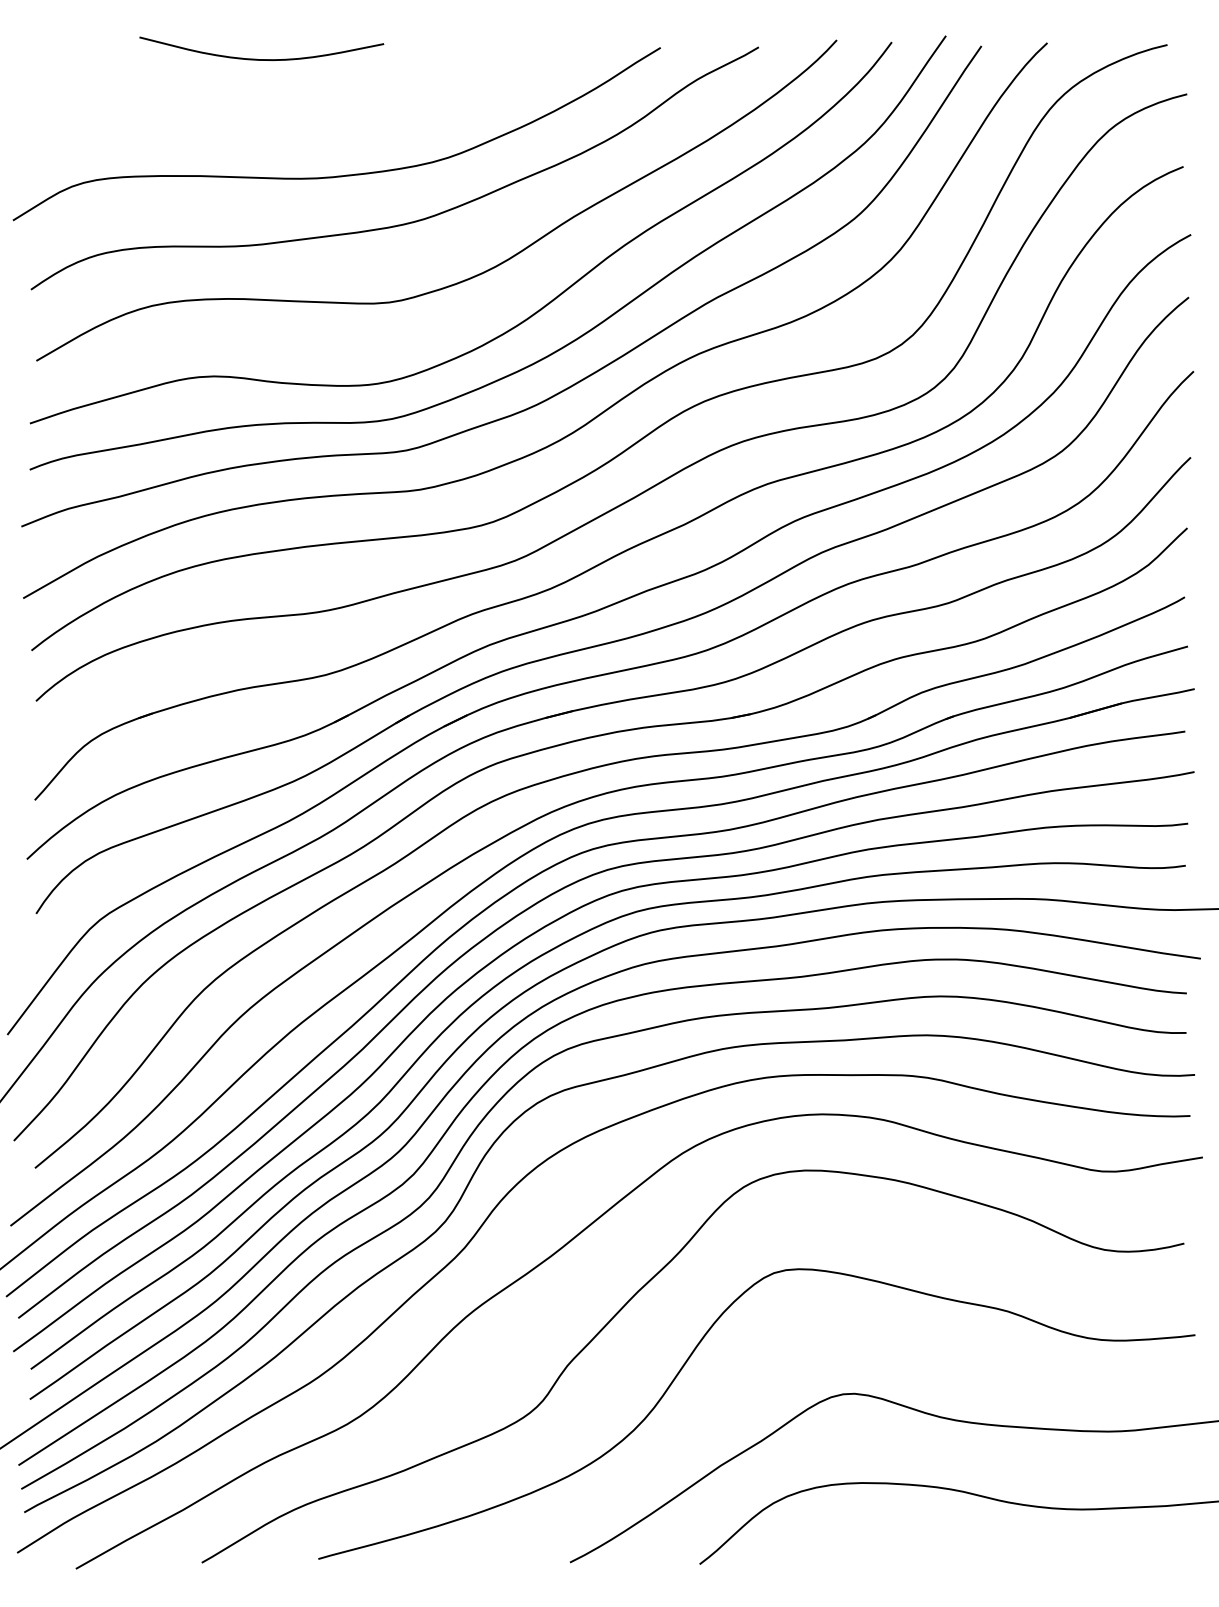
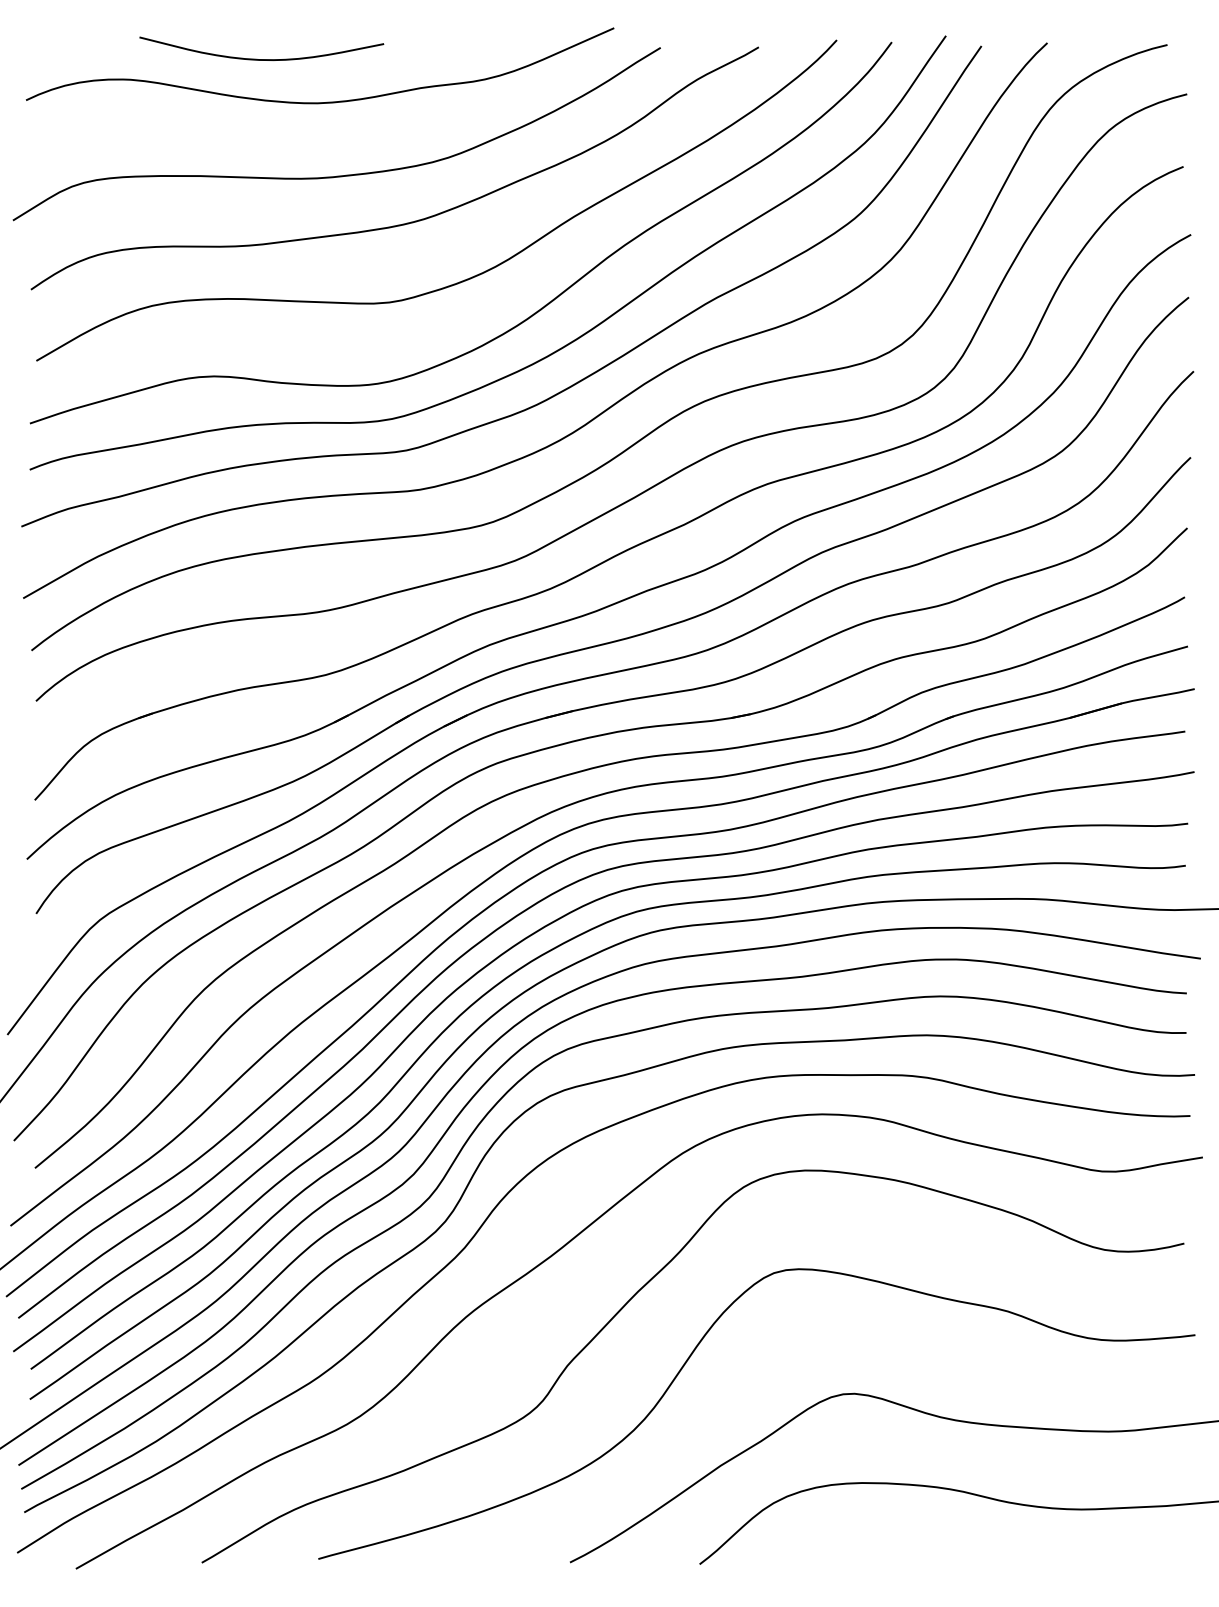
curve at (327, 101): none -> present
